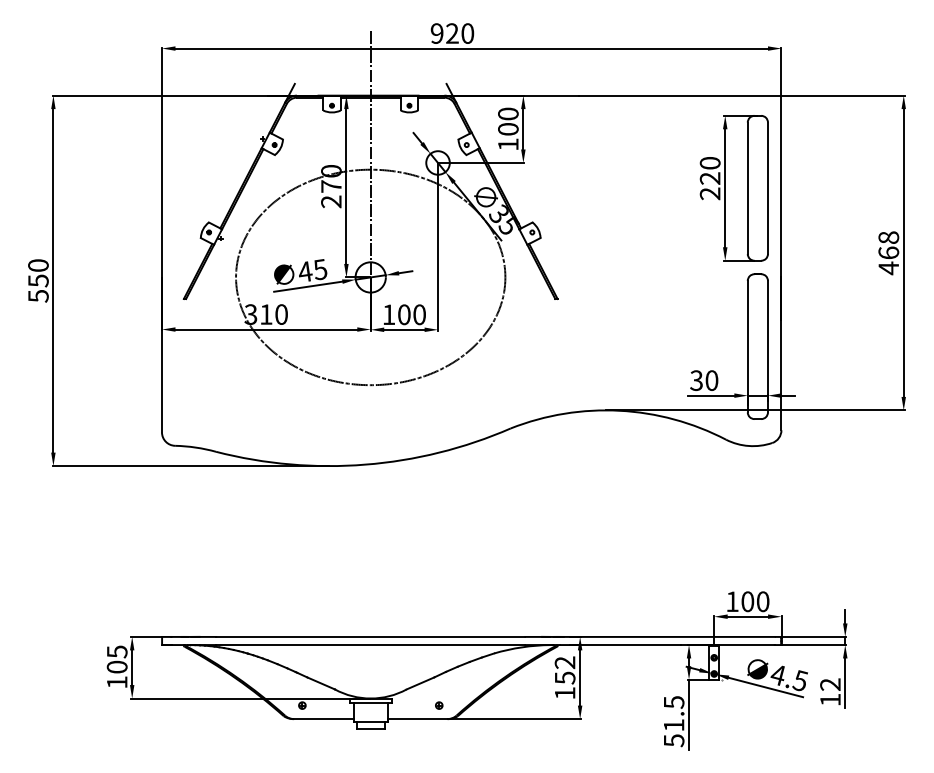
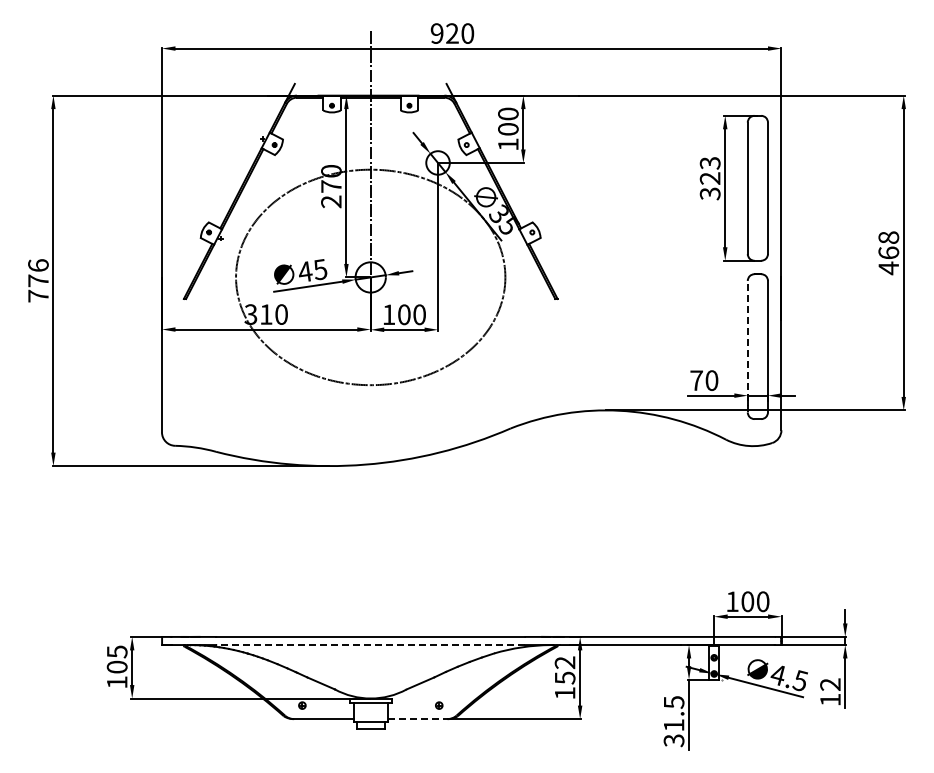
text at (710, 178): 220 -> 323
text at (38, 280): 550 -> 776
line at (747, 346): solid -> dashed
text at (696, 380): 30 -> 70
line at (370, 645): solid -> dashed
line at (418, 719): solid -> dashed
text at (673, 740): 51.5 -> 31.5
